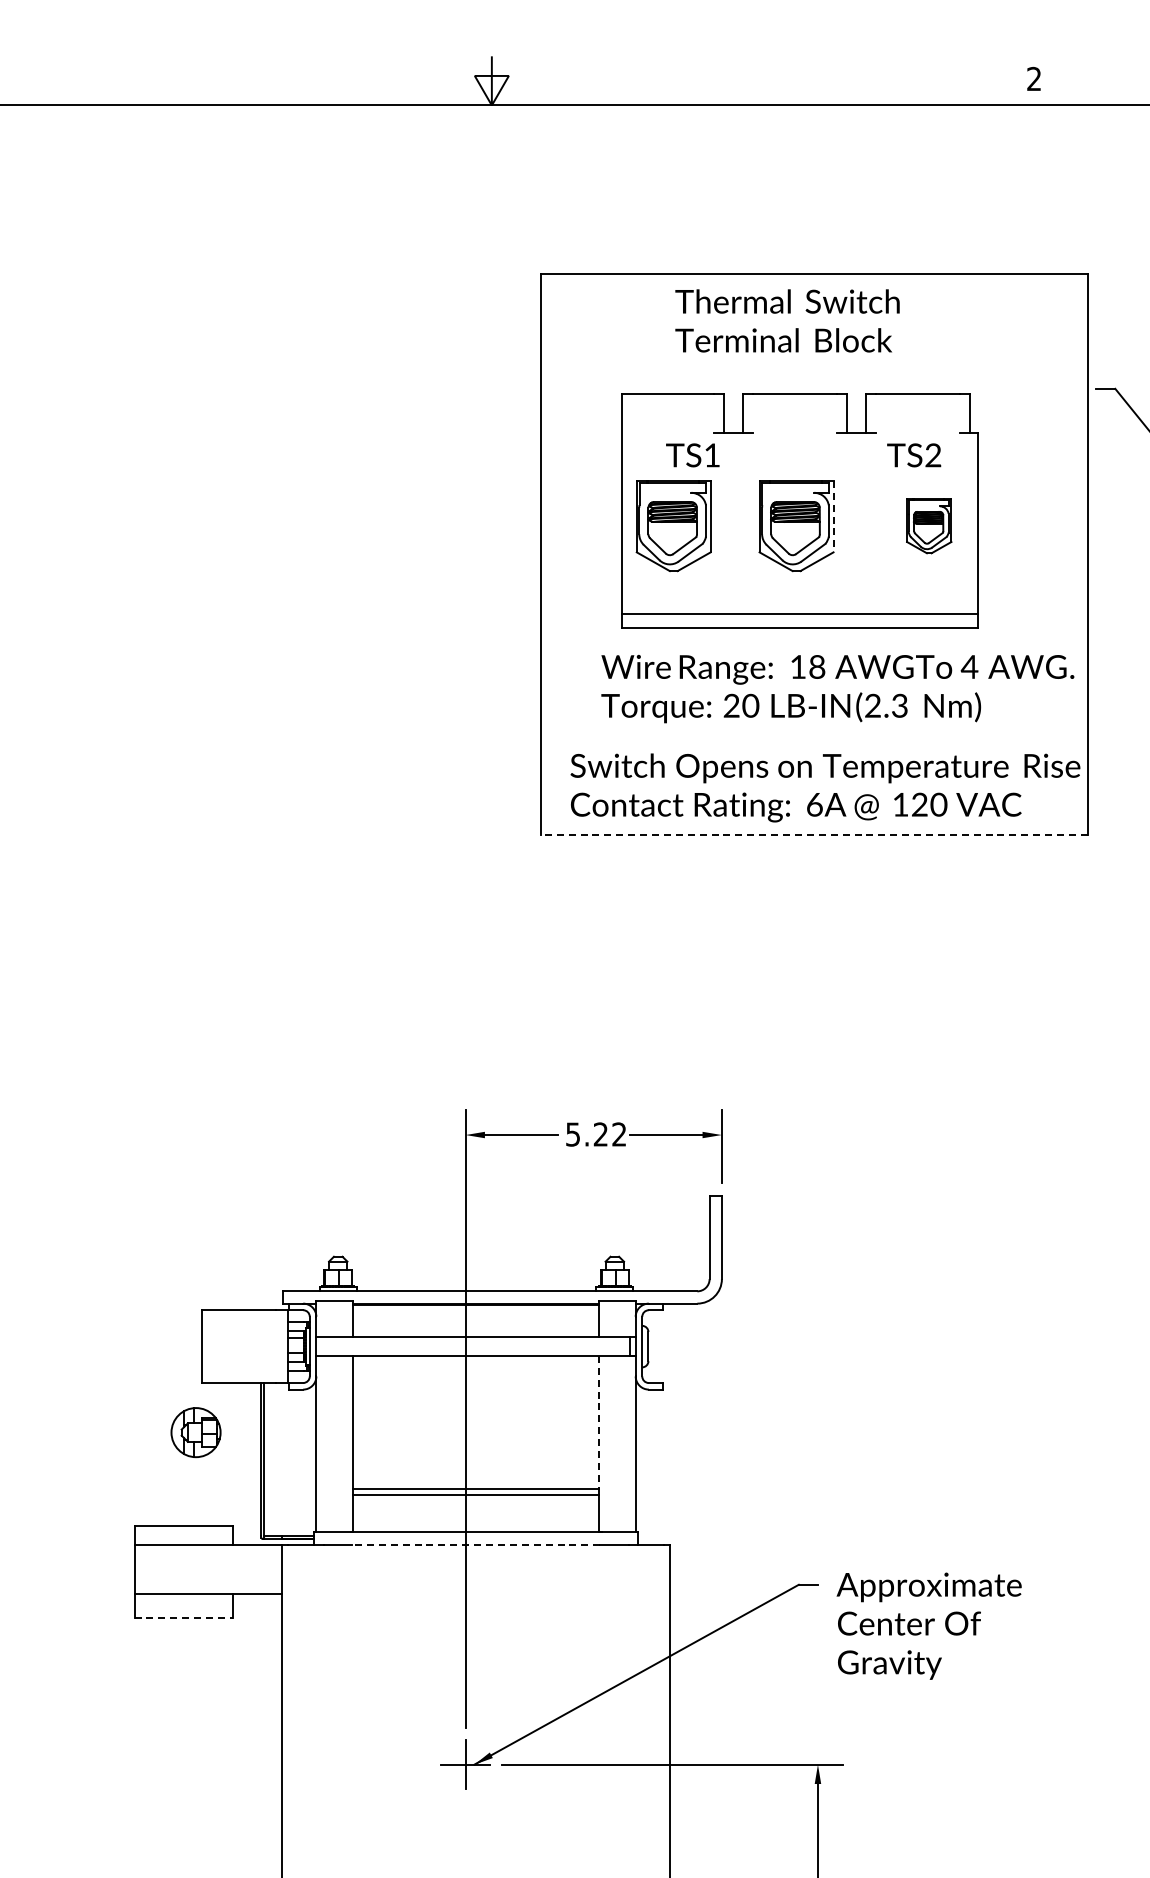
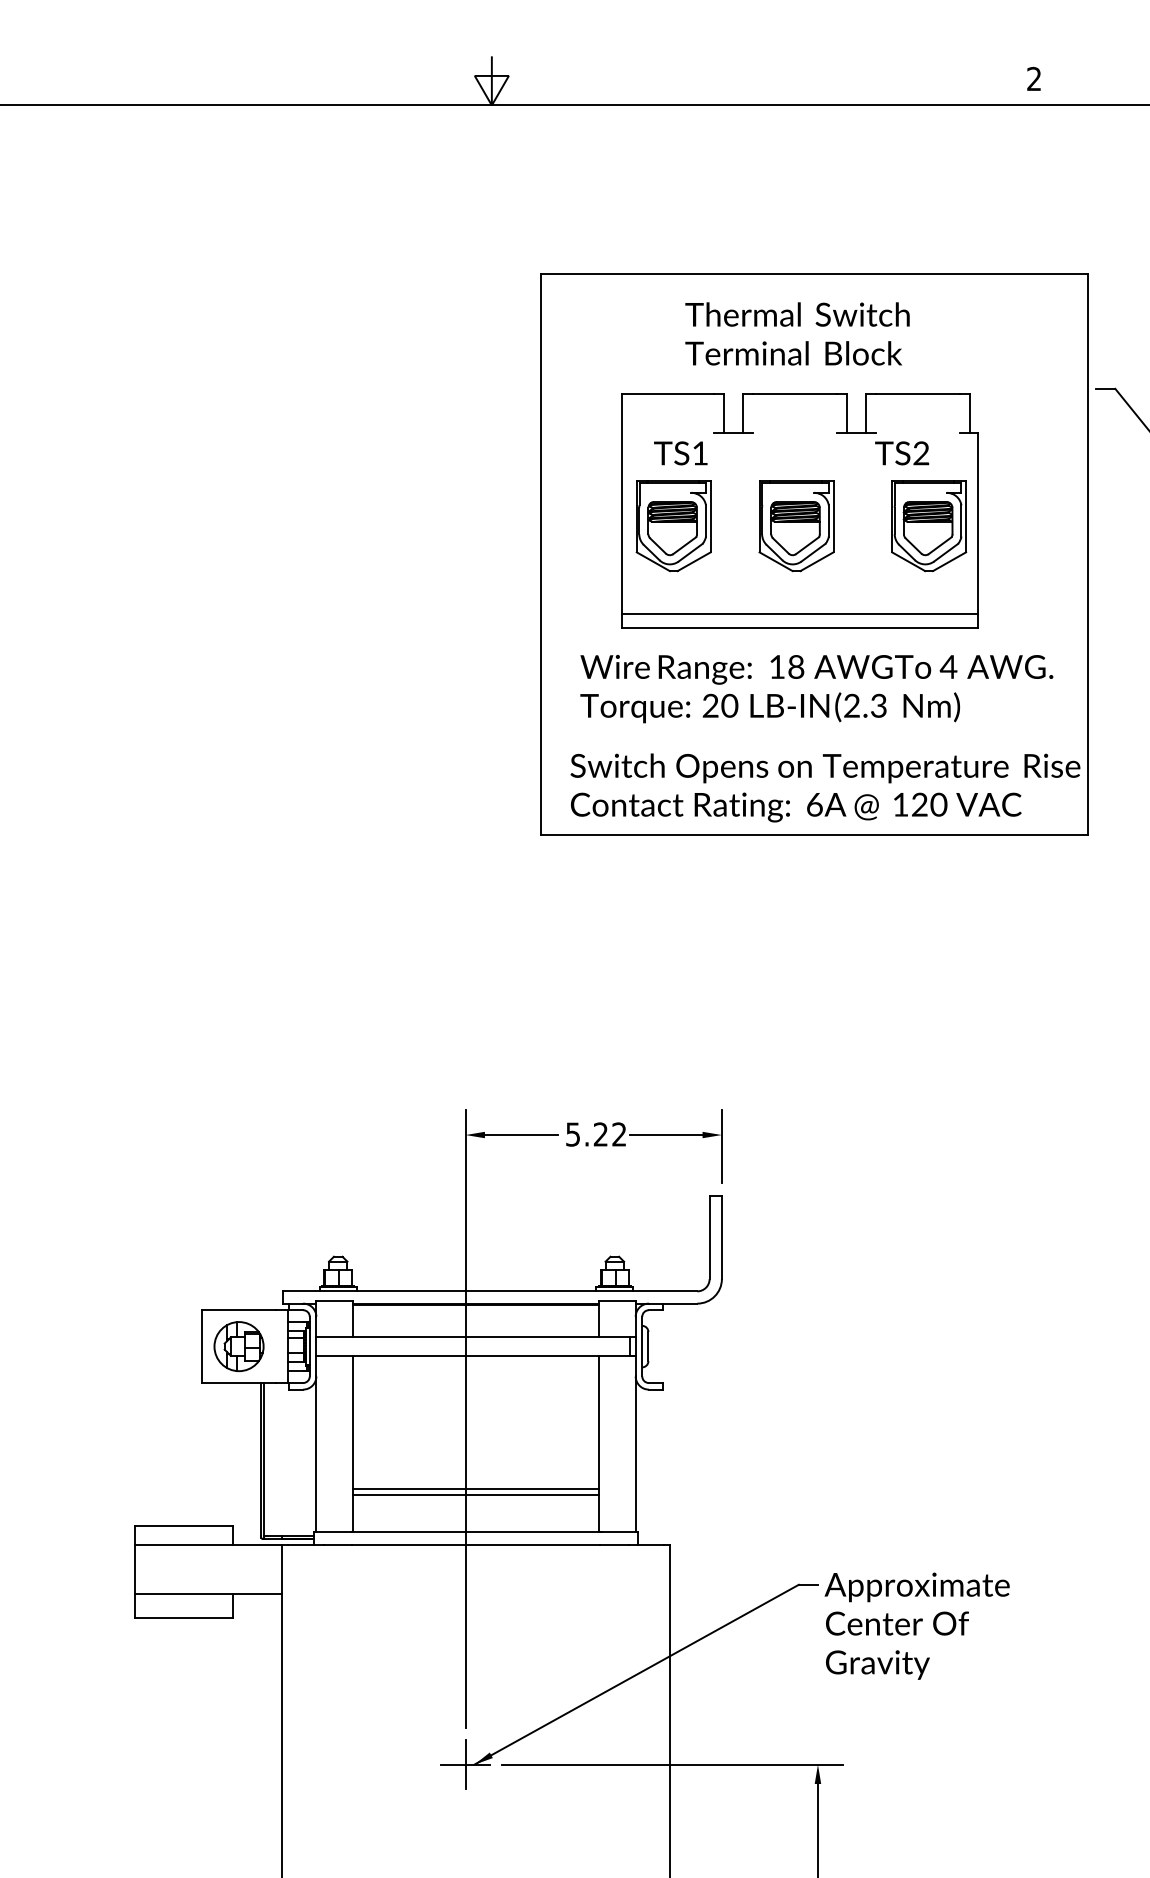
text at (787, 320) position: (787, 320) -> (797, 333)
text at (803, 455) position: (803, 455) -> (791, 453)
line at (833, 516): dashed -> solid
part at (929, 526) size: 47x57 px -> 77x93 px
text at (837, 688) position: (837, 688) -> (816, 688)
line at (814, 835): dashed -> solid
line at (598, 1422): dashed -> solid
part at (195, 1432) position: (195, 1432) -> (238, 1346)
line at (475, 1544): dashed -> solid
line at (184, 1618): dashed -> solid
text at (928, 1625) position: (928, 1625) -> (916, 1625)
